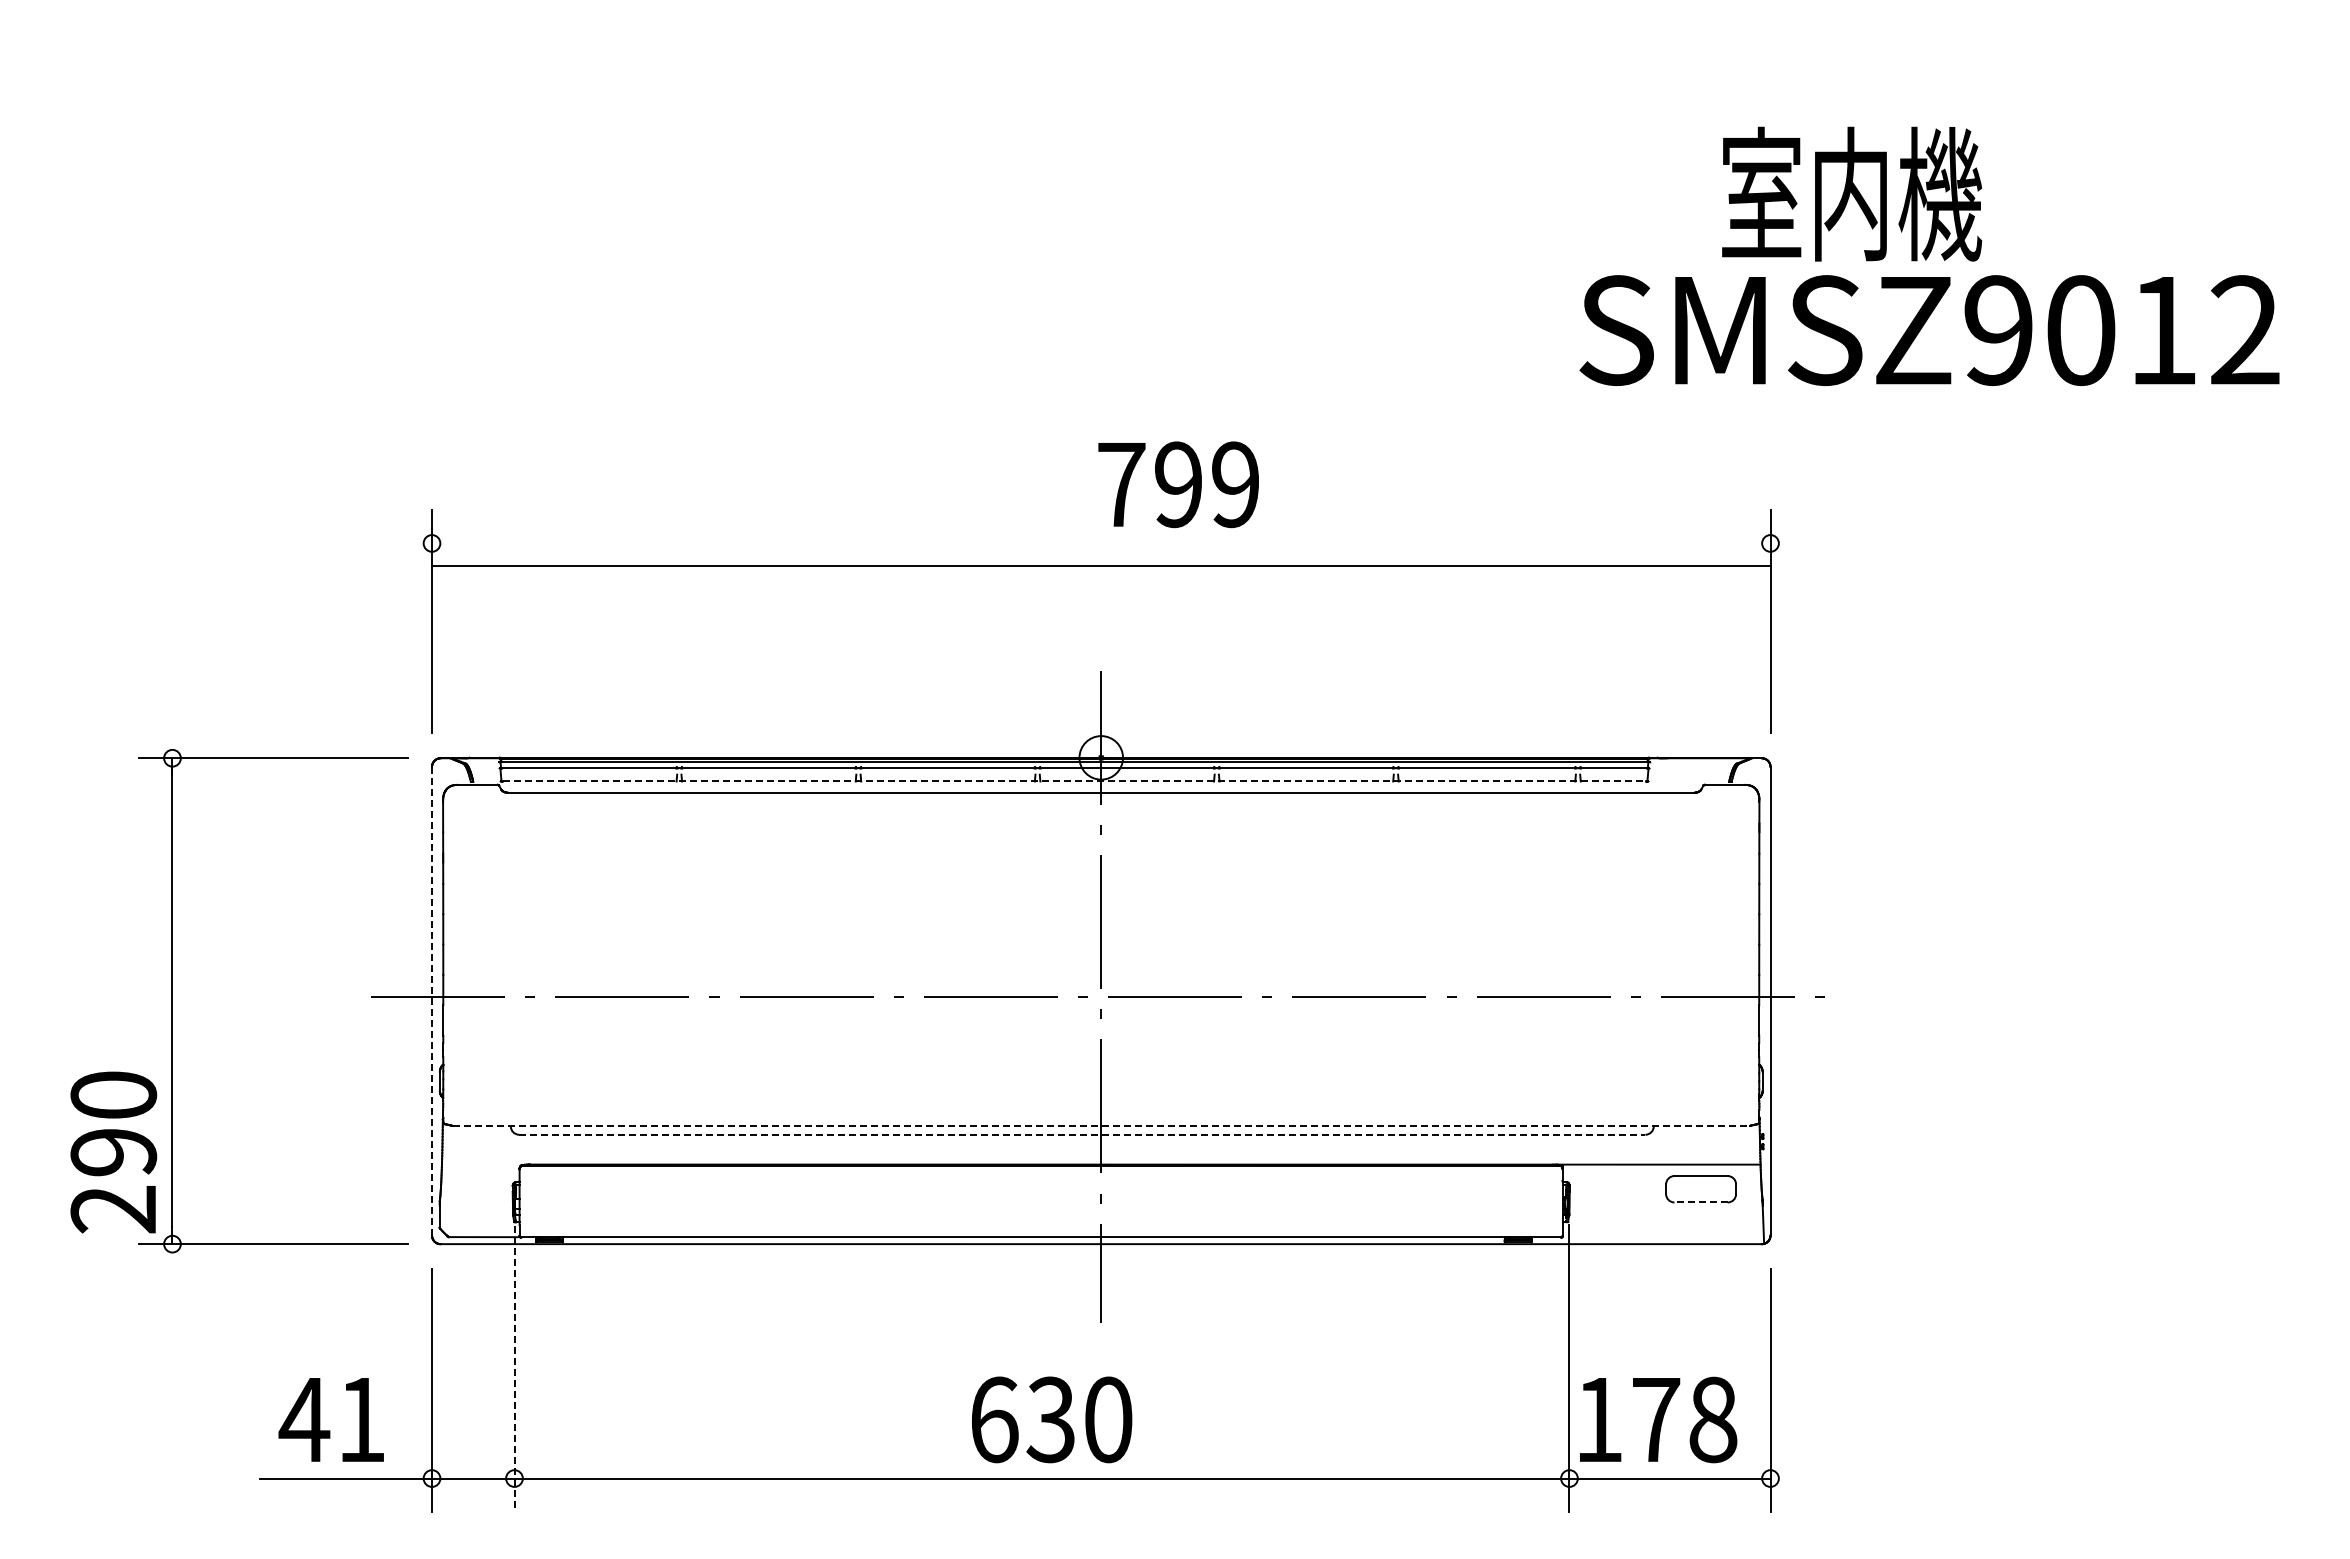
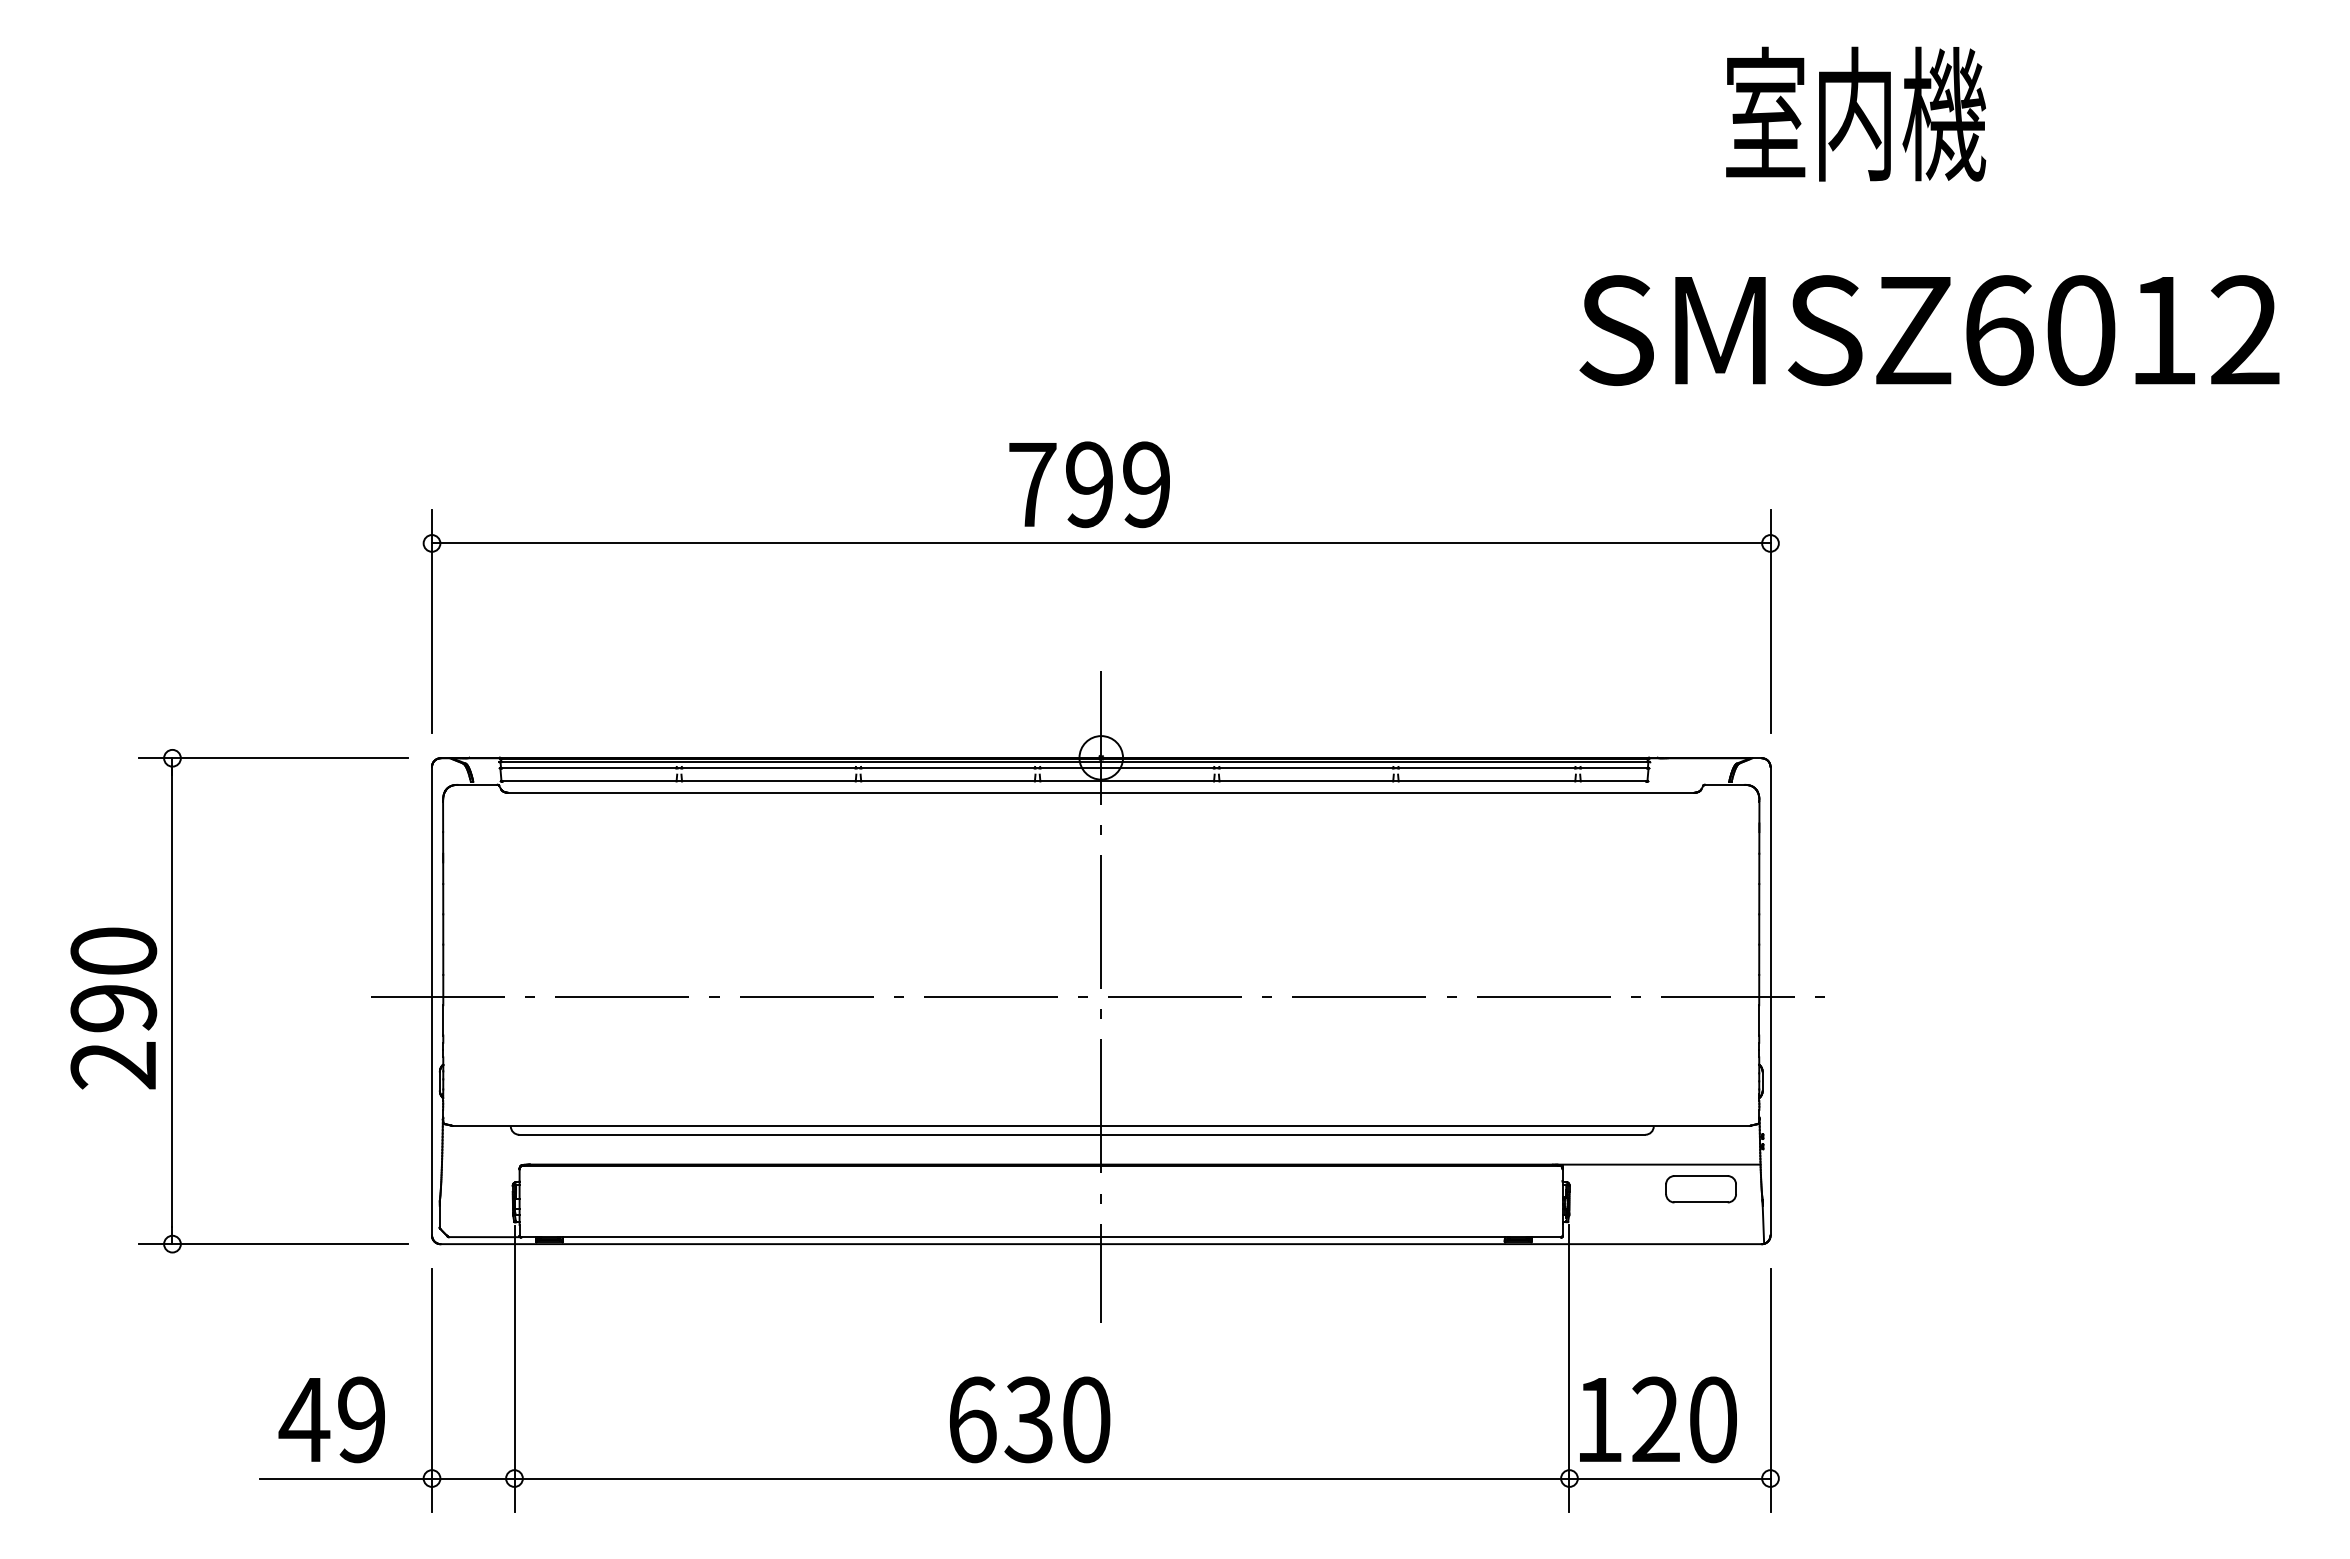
text at (1852, 193) position: (1852, 193) -> (1856, 113)
text at (1998, 330): SMSZ9012 -> SMSZ6012
text at (1178, 484) position: (1178, 484) -> (1089, 484)
line at (1101, 566) position: (1101, 566) -> (1101, 543)
line at (1074, 781): dashed -> solid
line at (432, 1001): dashed -> solid
line at (1101, 1125): dashed -> solid
line at (1082, 1134): dashed -> solid
text at (113, 1152) position: (113, 1152) -> (113, 1008)
line at (1701, 1202): dashed -> solid
line at (514, 1369): dashed -> solid
text at (361, 1419): 41 -> 49
text at (1052, 1419) position: (1052, 1419) -> (1030, 1419)
text at (1684, 1419): 178 -> 120
